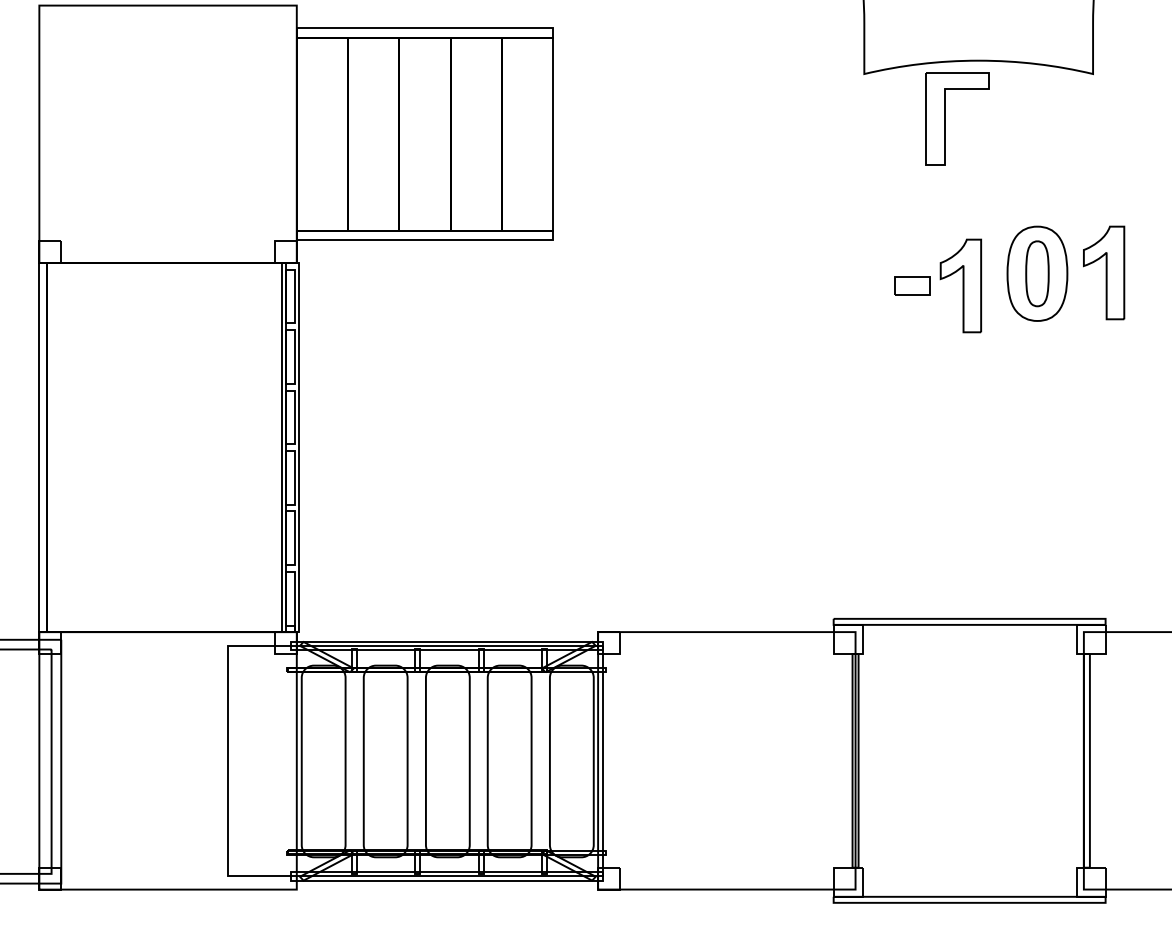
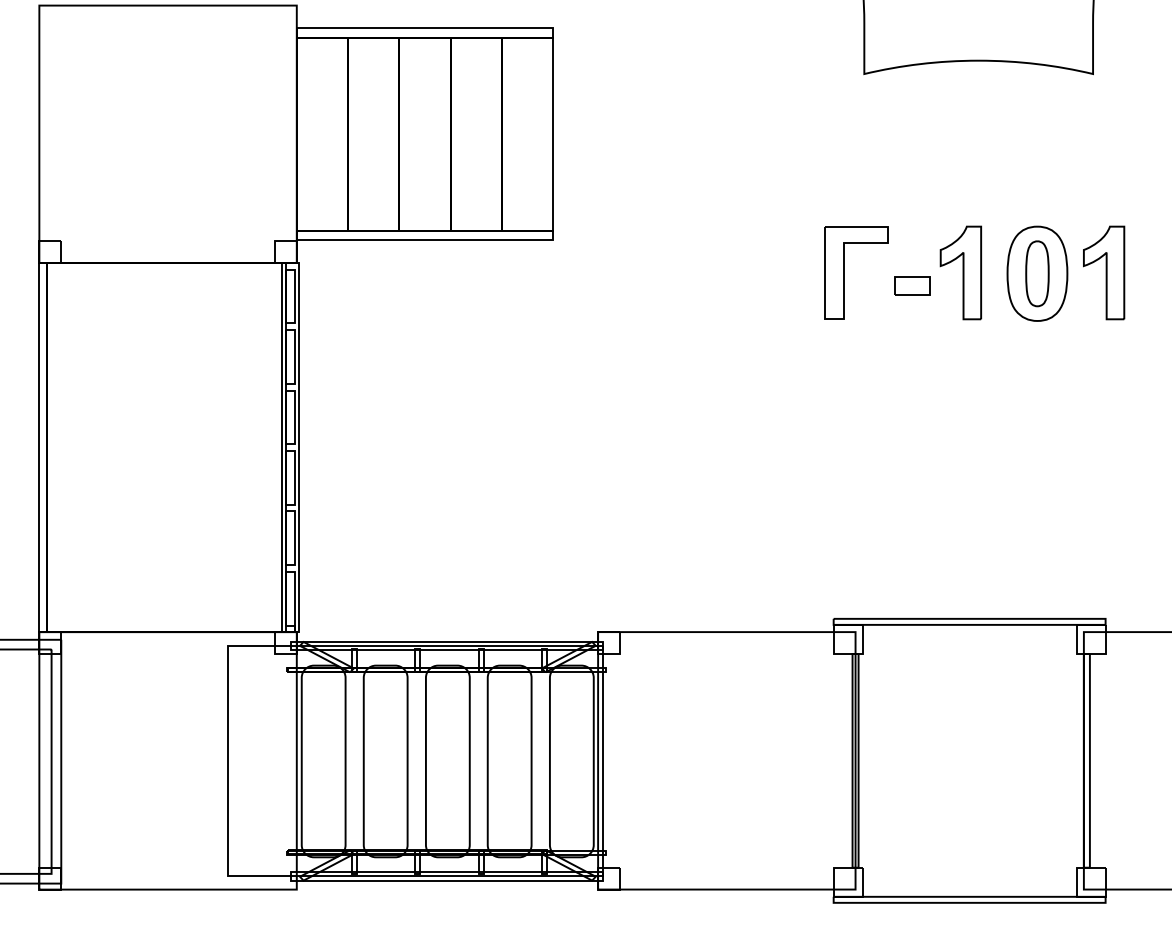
part at (945, 118) position: (945, 118) -> (844, 272)
part at (960, 285) position: (960, 285) -> (960, 272)
